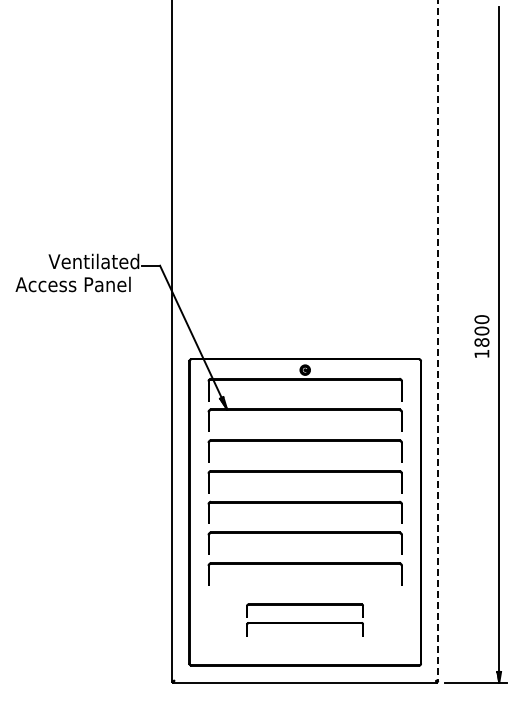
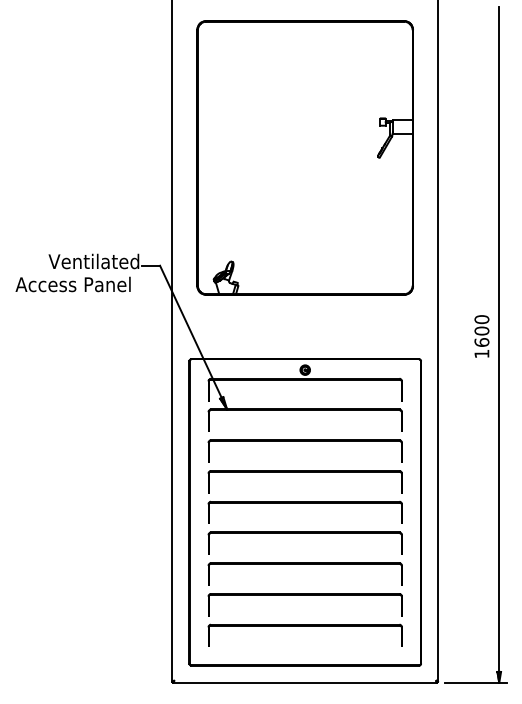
part at (304, 157): none -> present
line at (438, 341): dashed -> solid
text at (481, 342): 1800 -> 1600
part at (304, 619) size: 118x34 px -> 196x54 px
